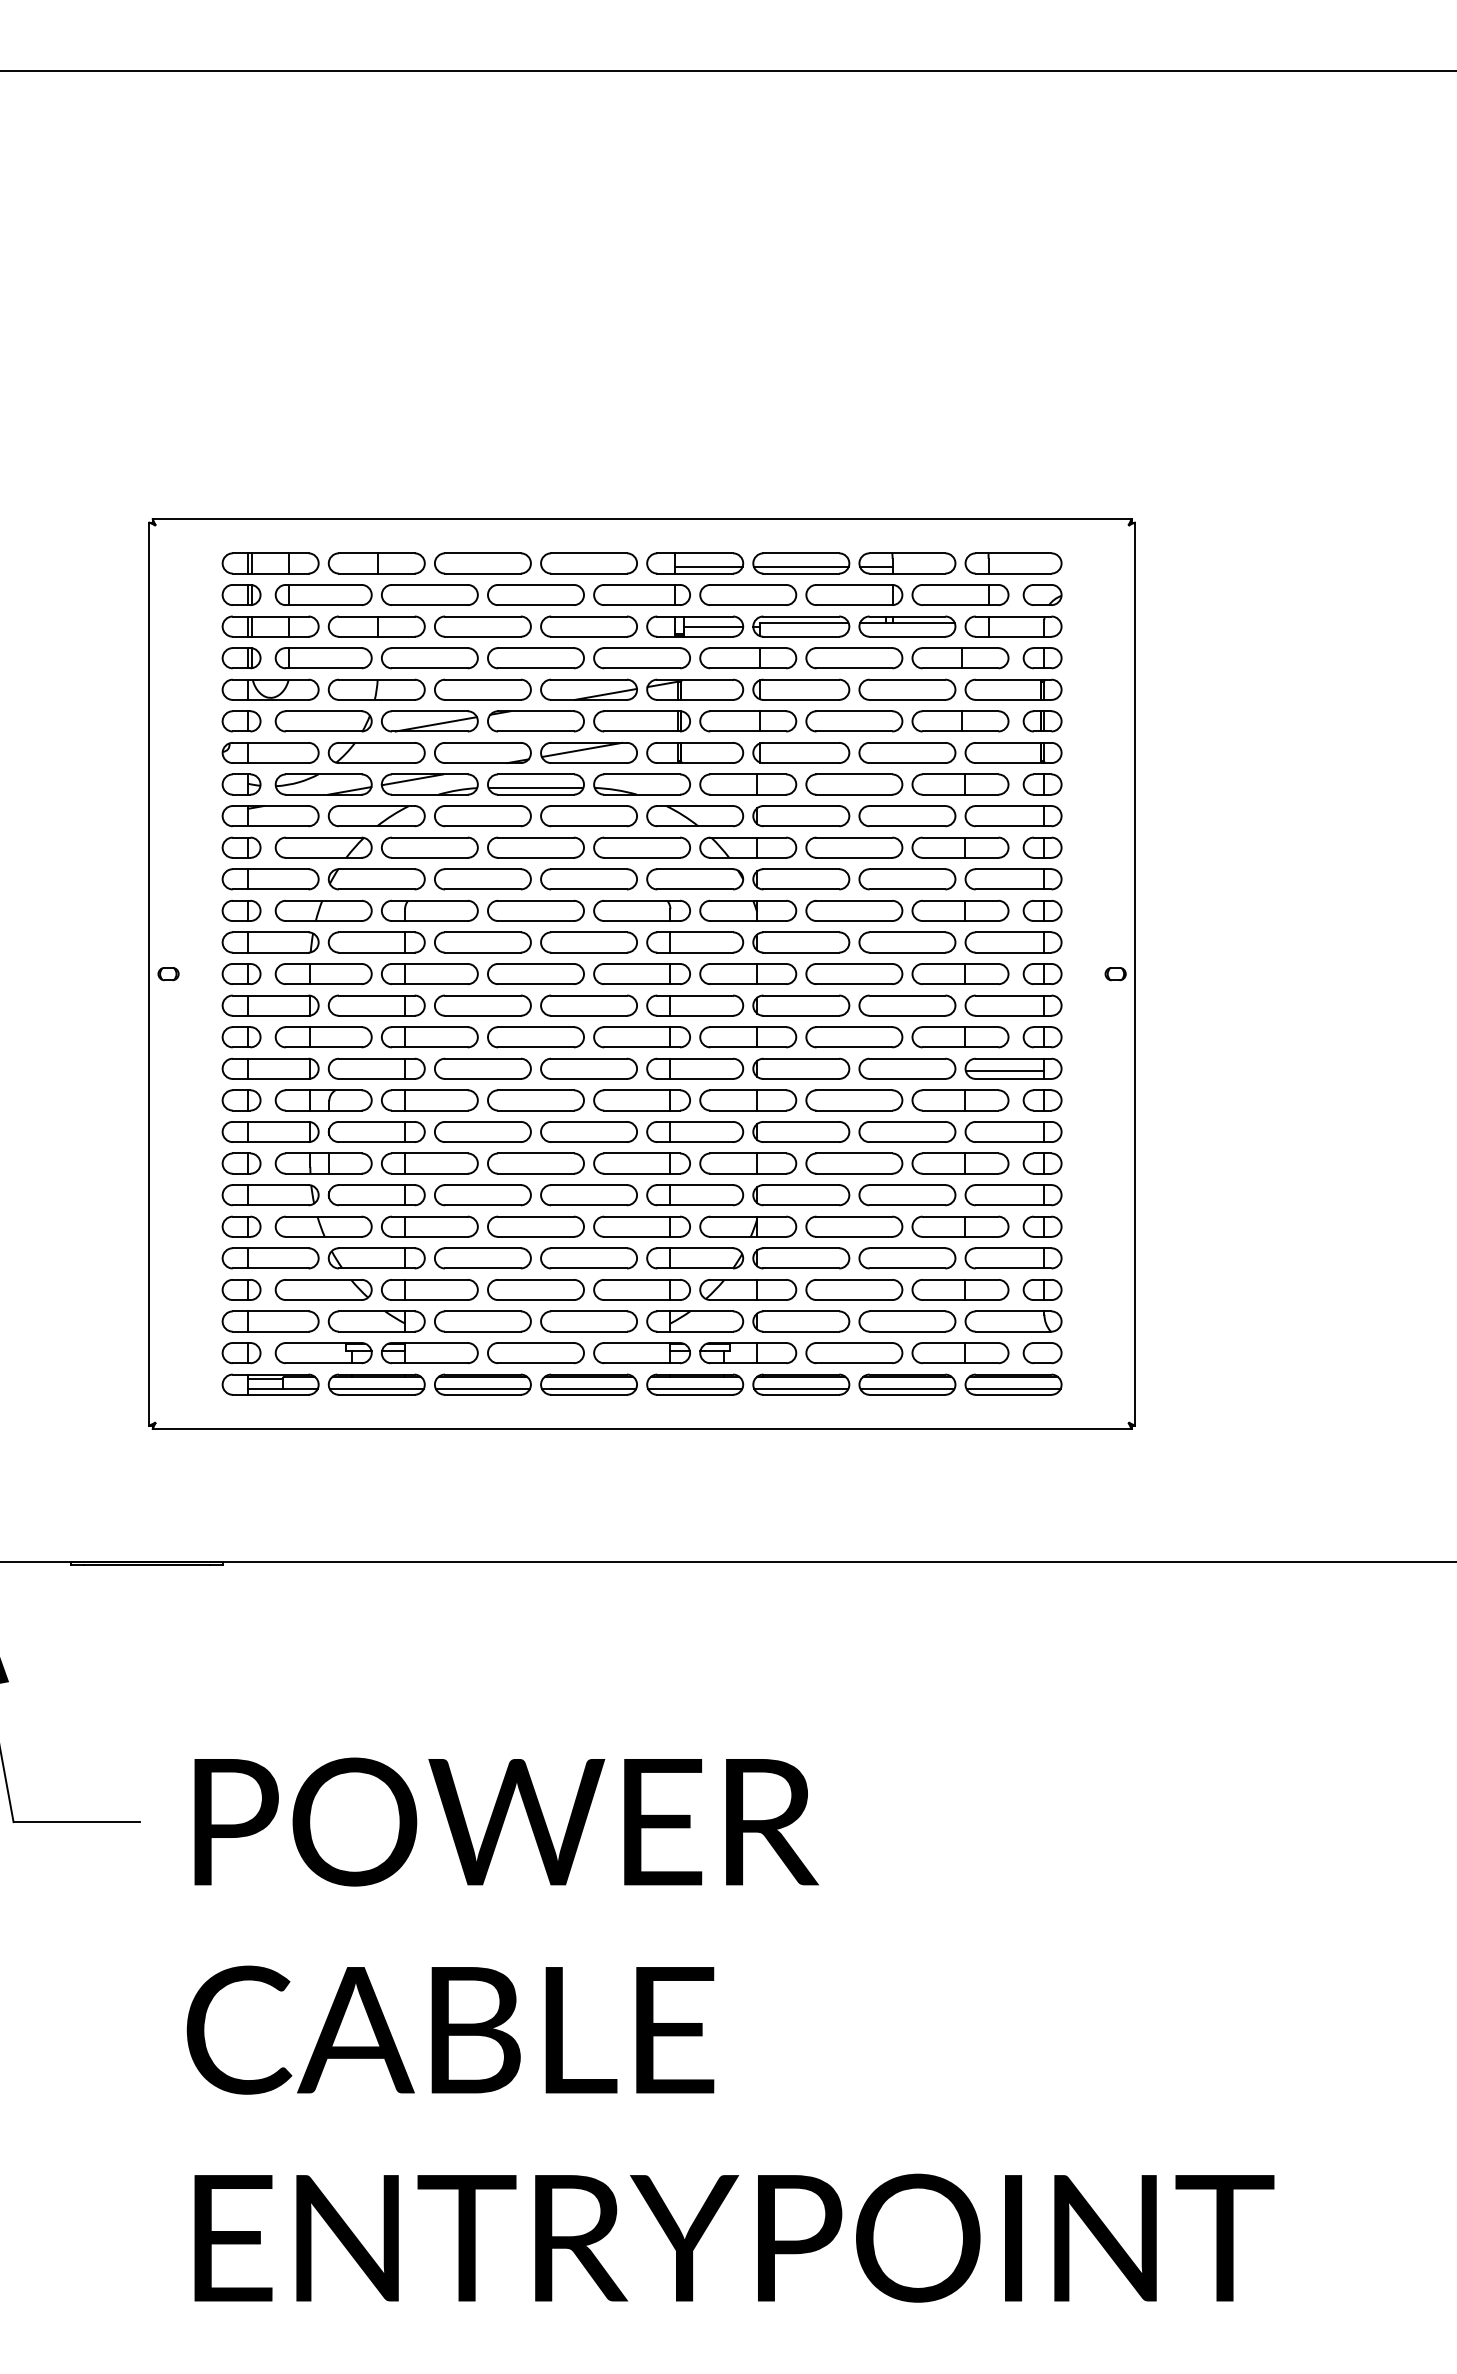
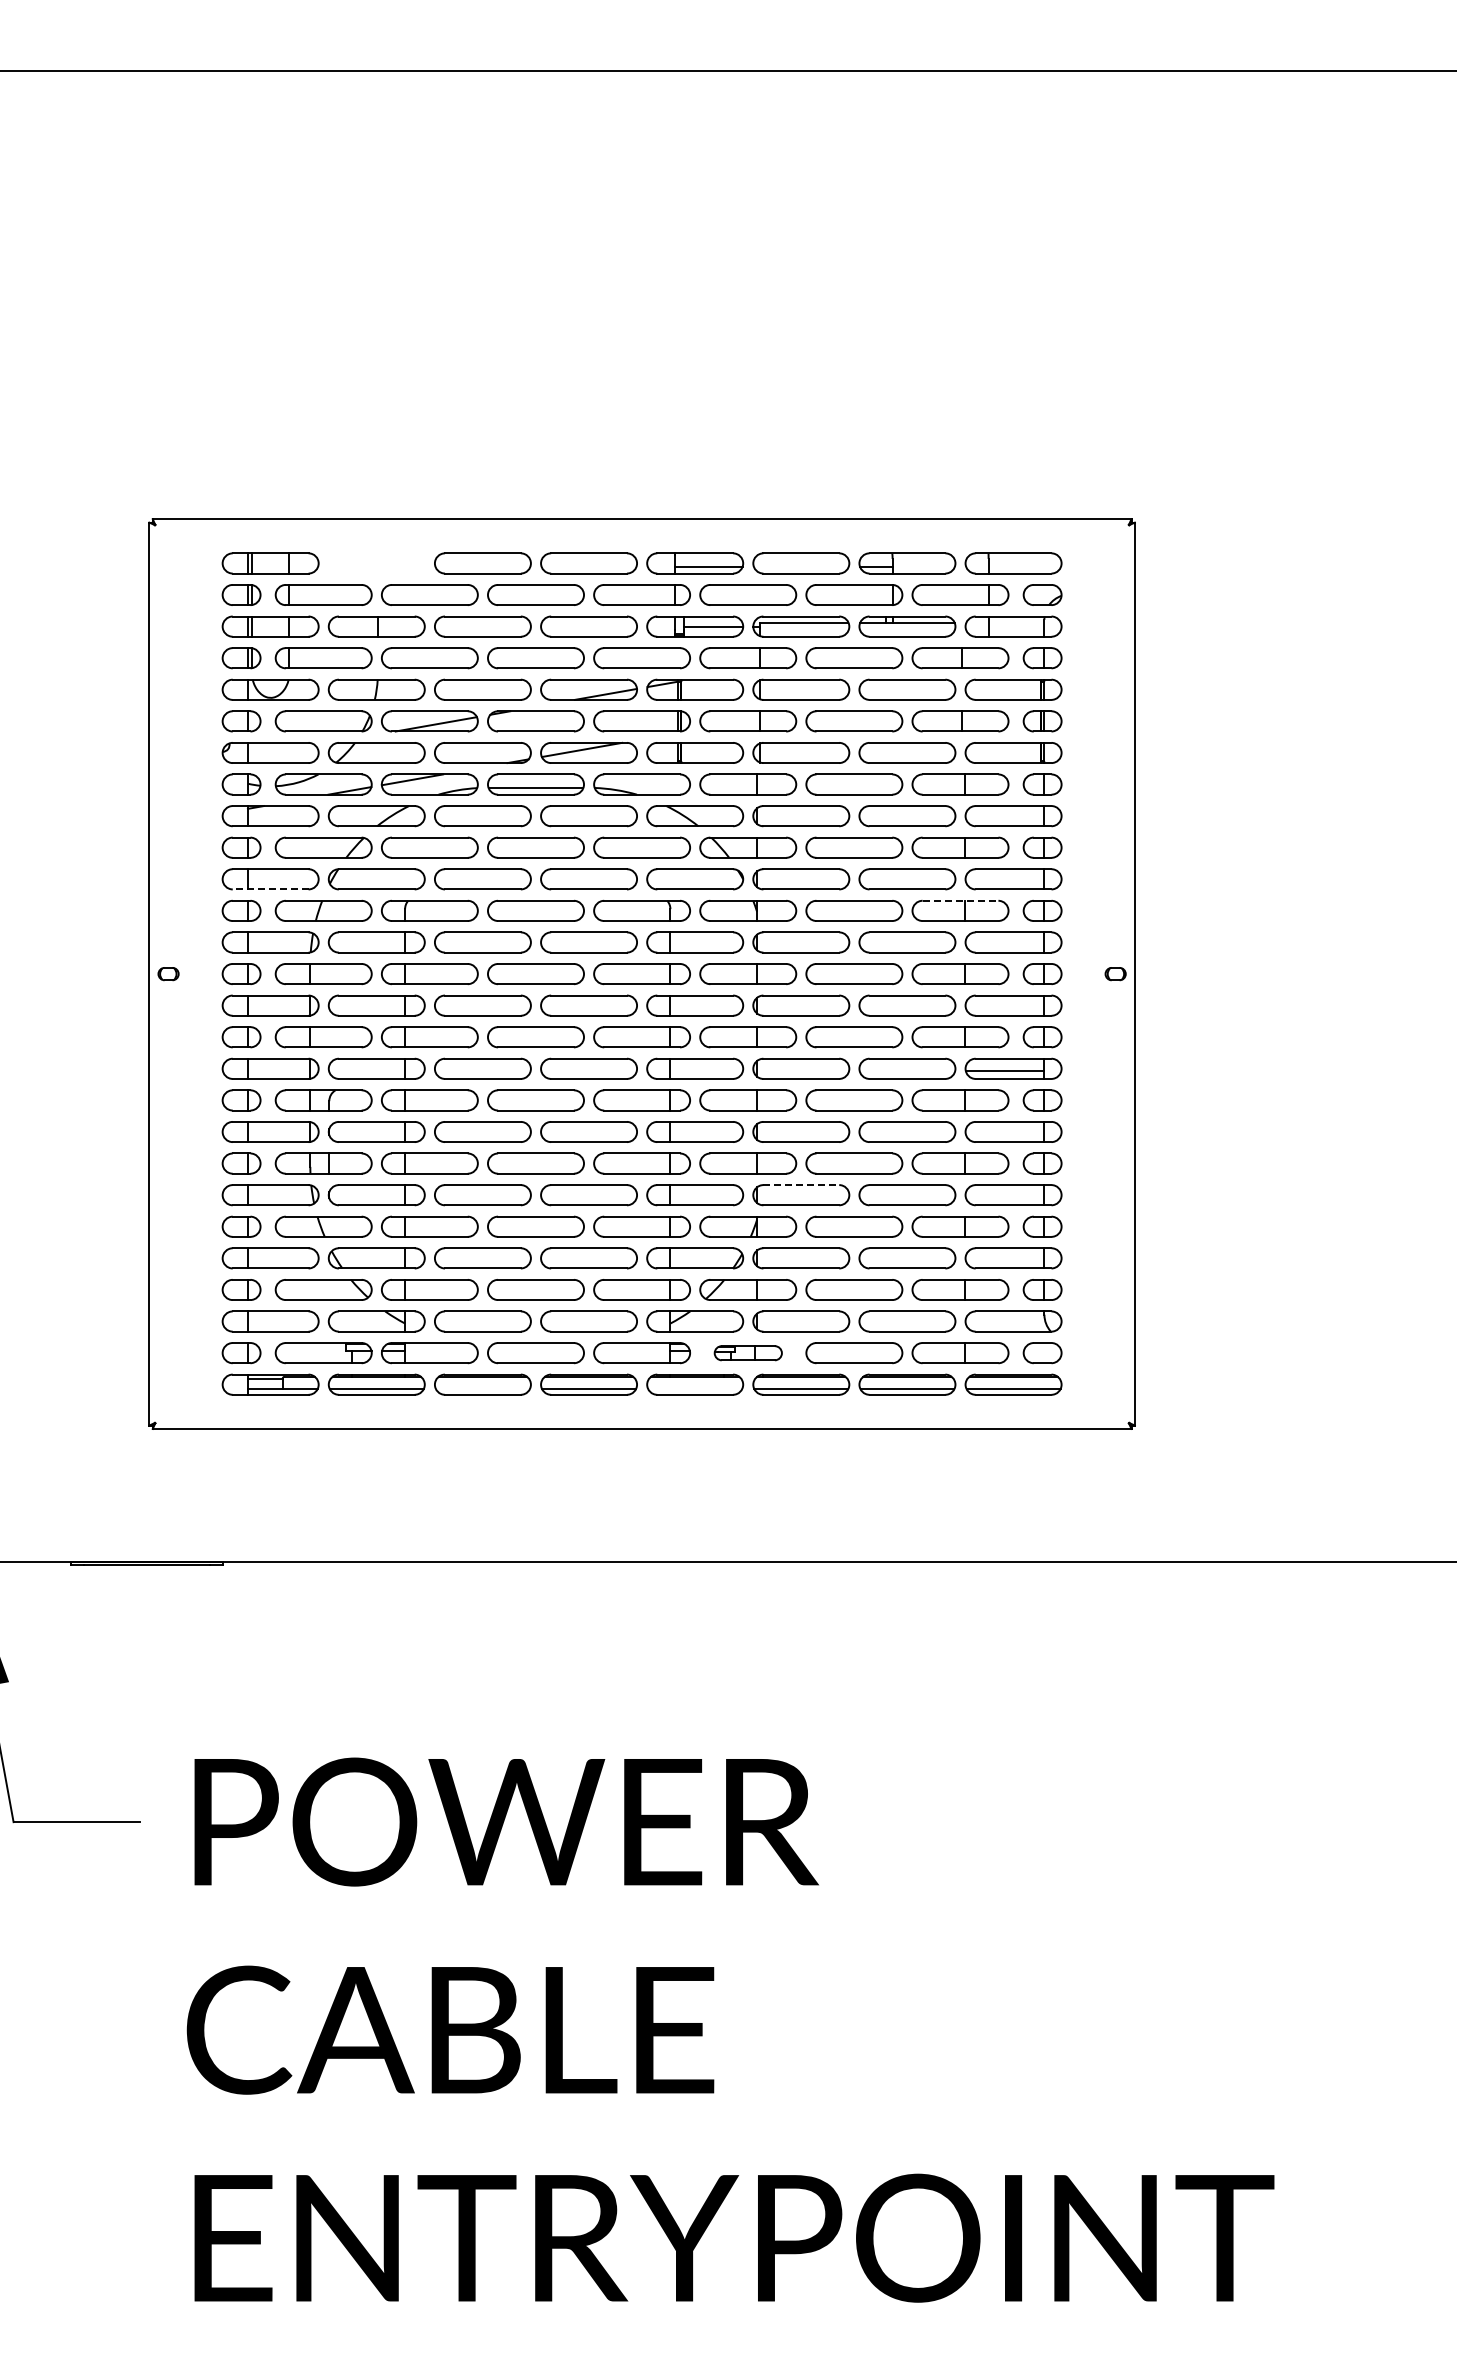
part at (376, 563): present -> none
line at (800, 566): present -> none
line at (270, 889): solid -> dashed
line at (960, 900): solid -> dashed
line at (801, 1185): solid -> dashed
part at (748, 1353) size: 99x23 px -> 70x17 px
line at (482, 1389): present -> none
line at (695, 1389): present -> none
